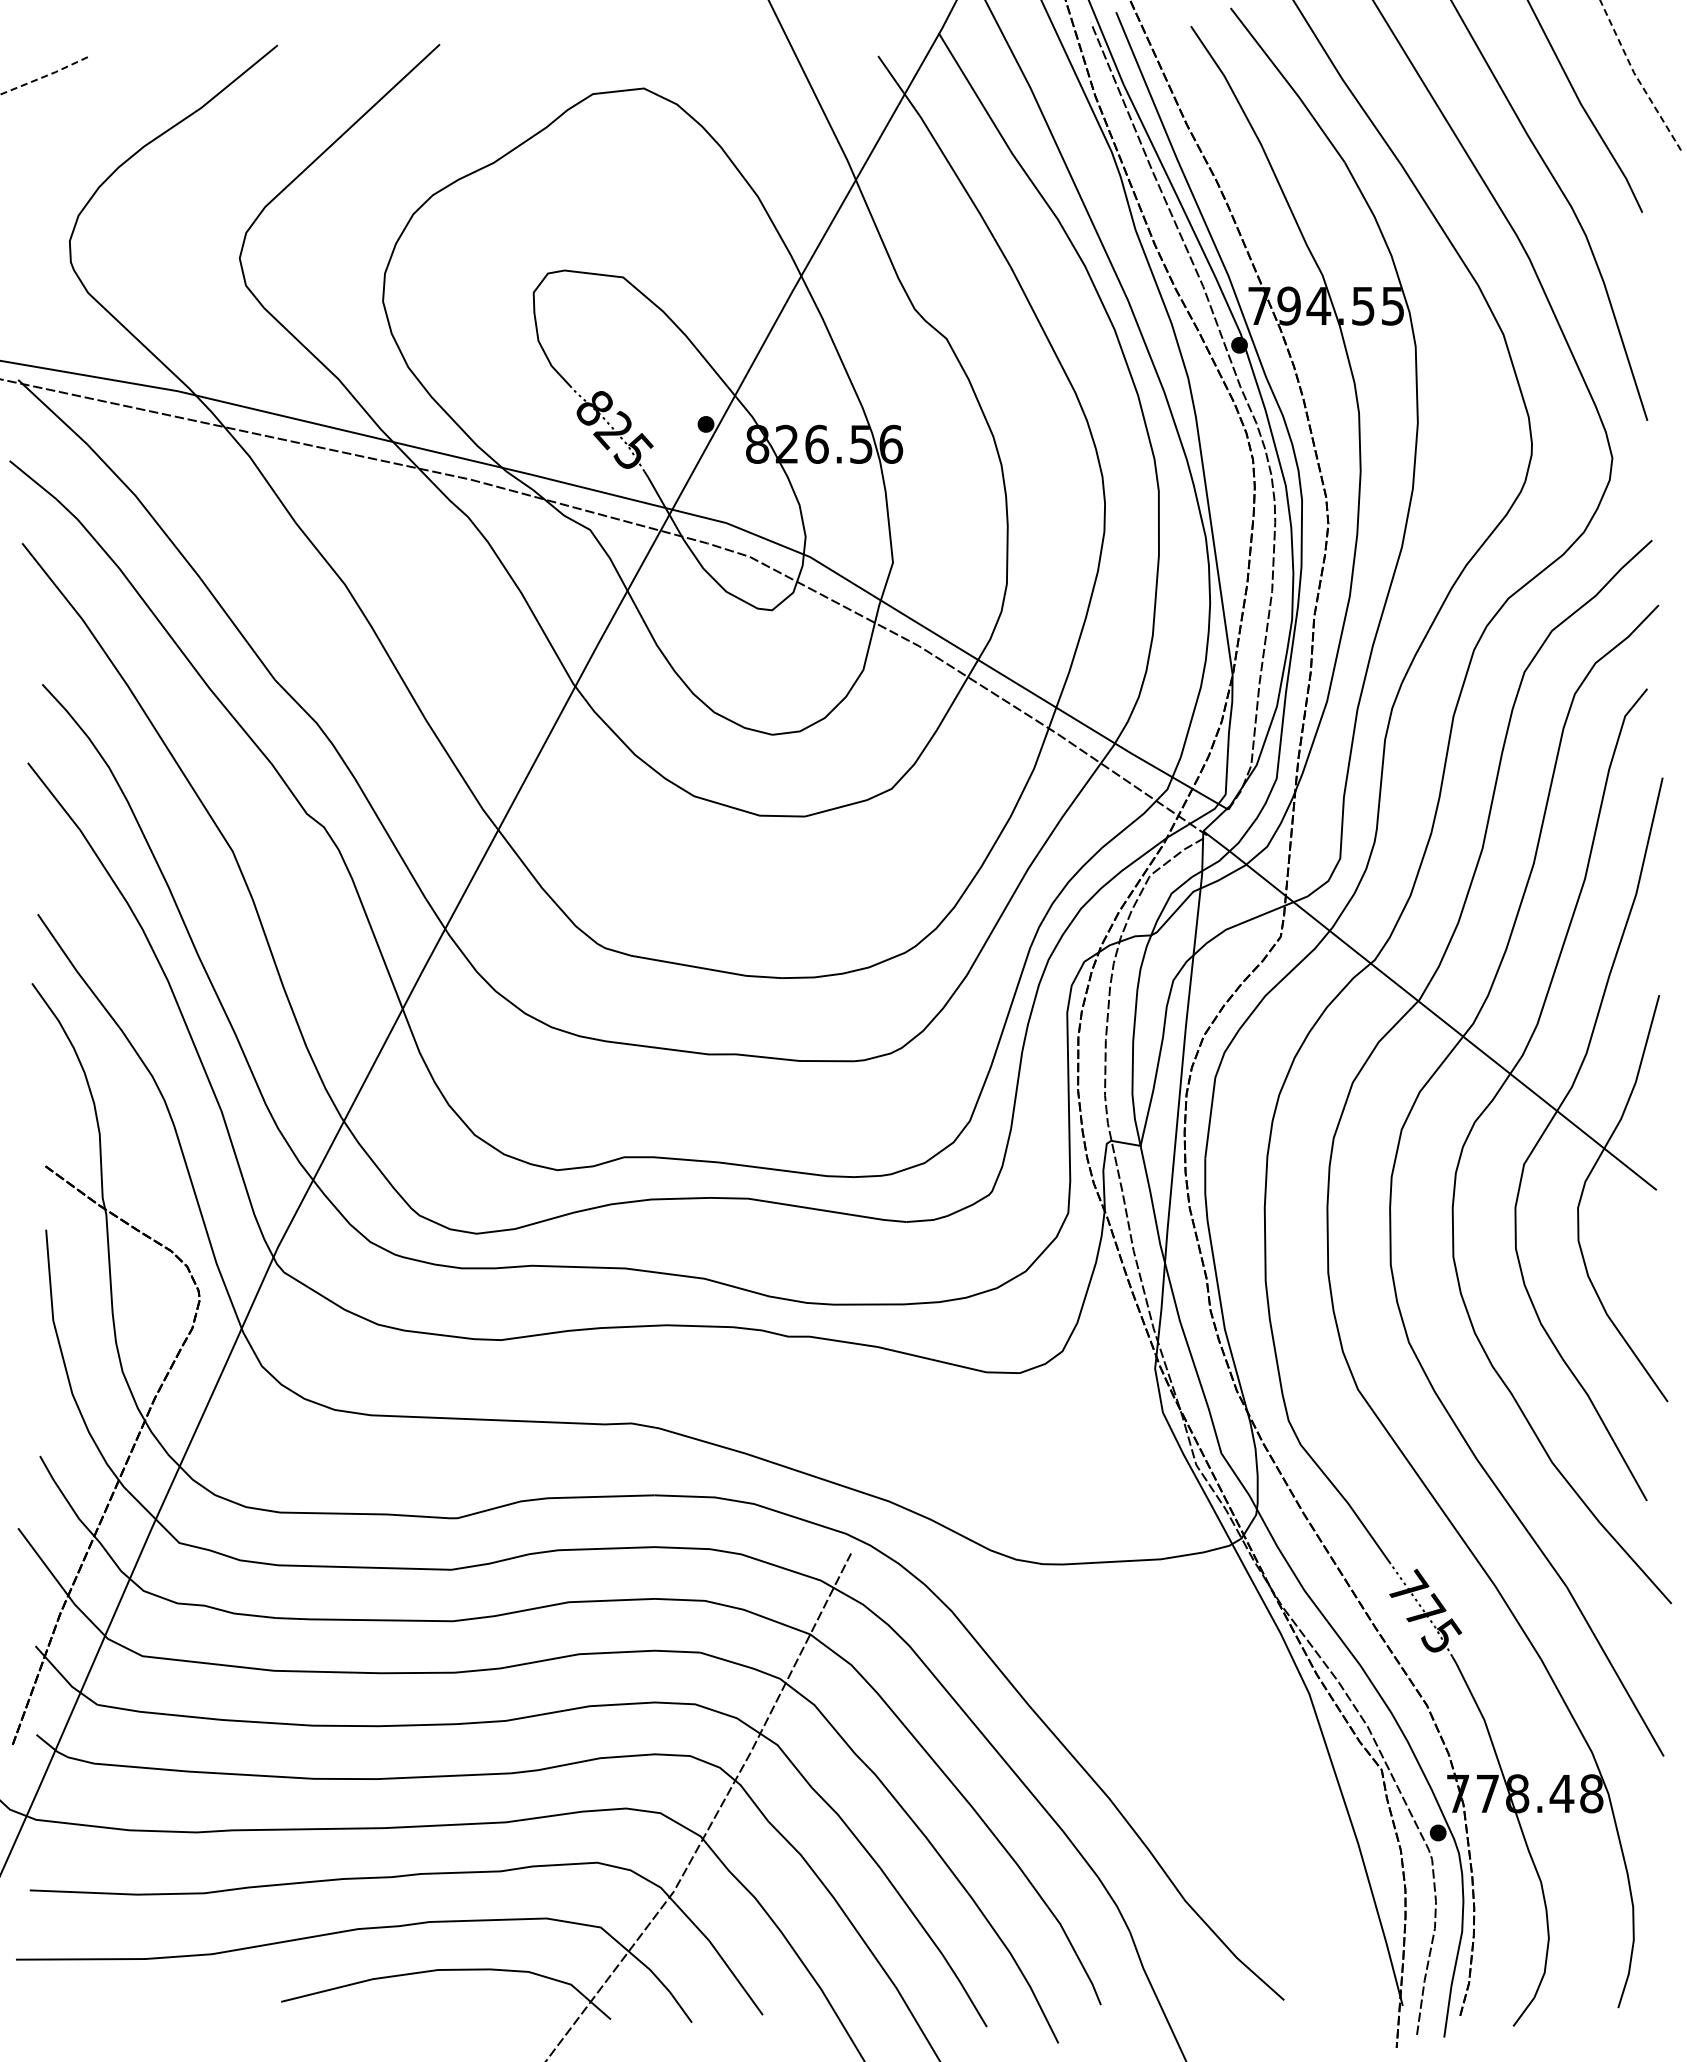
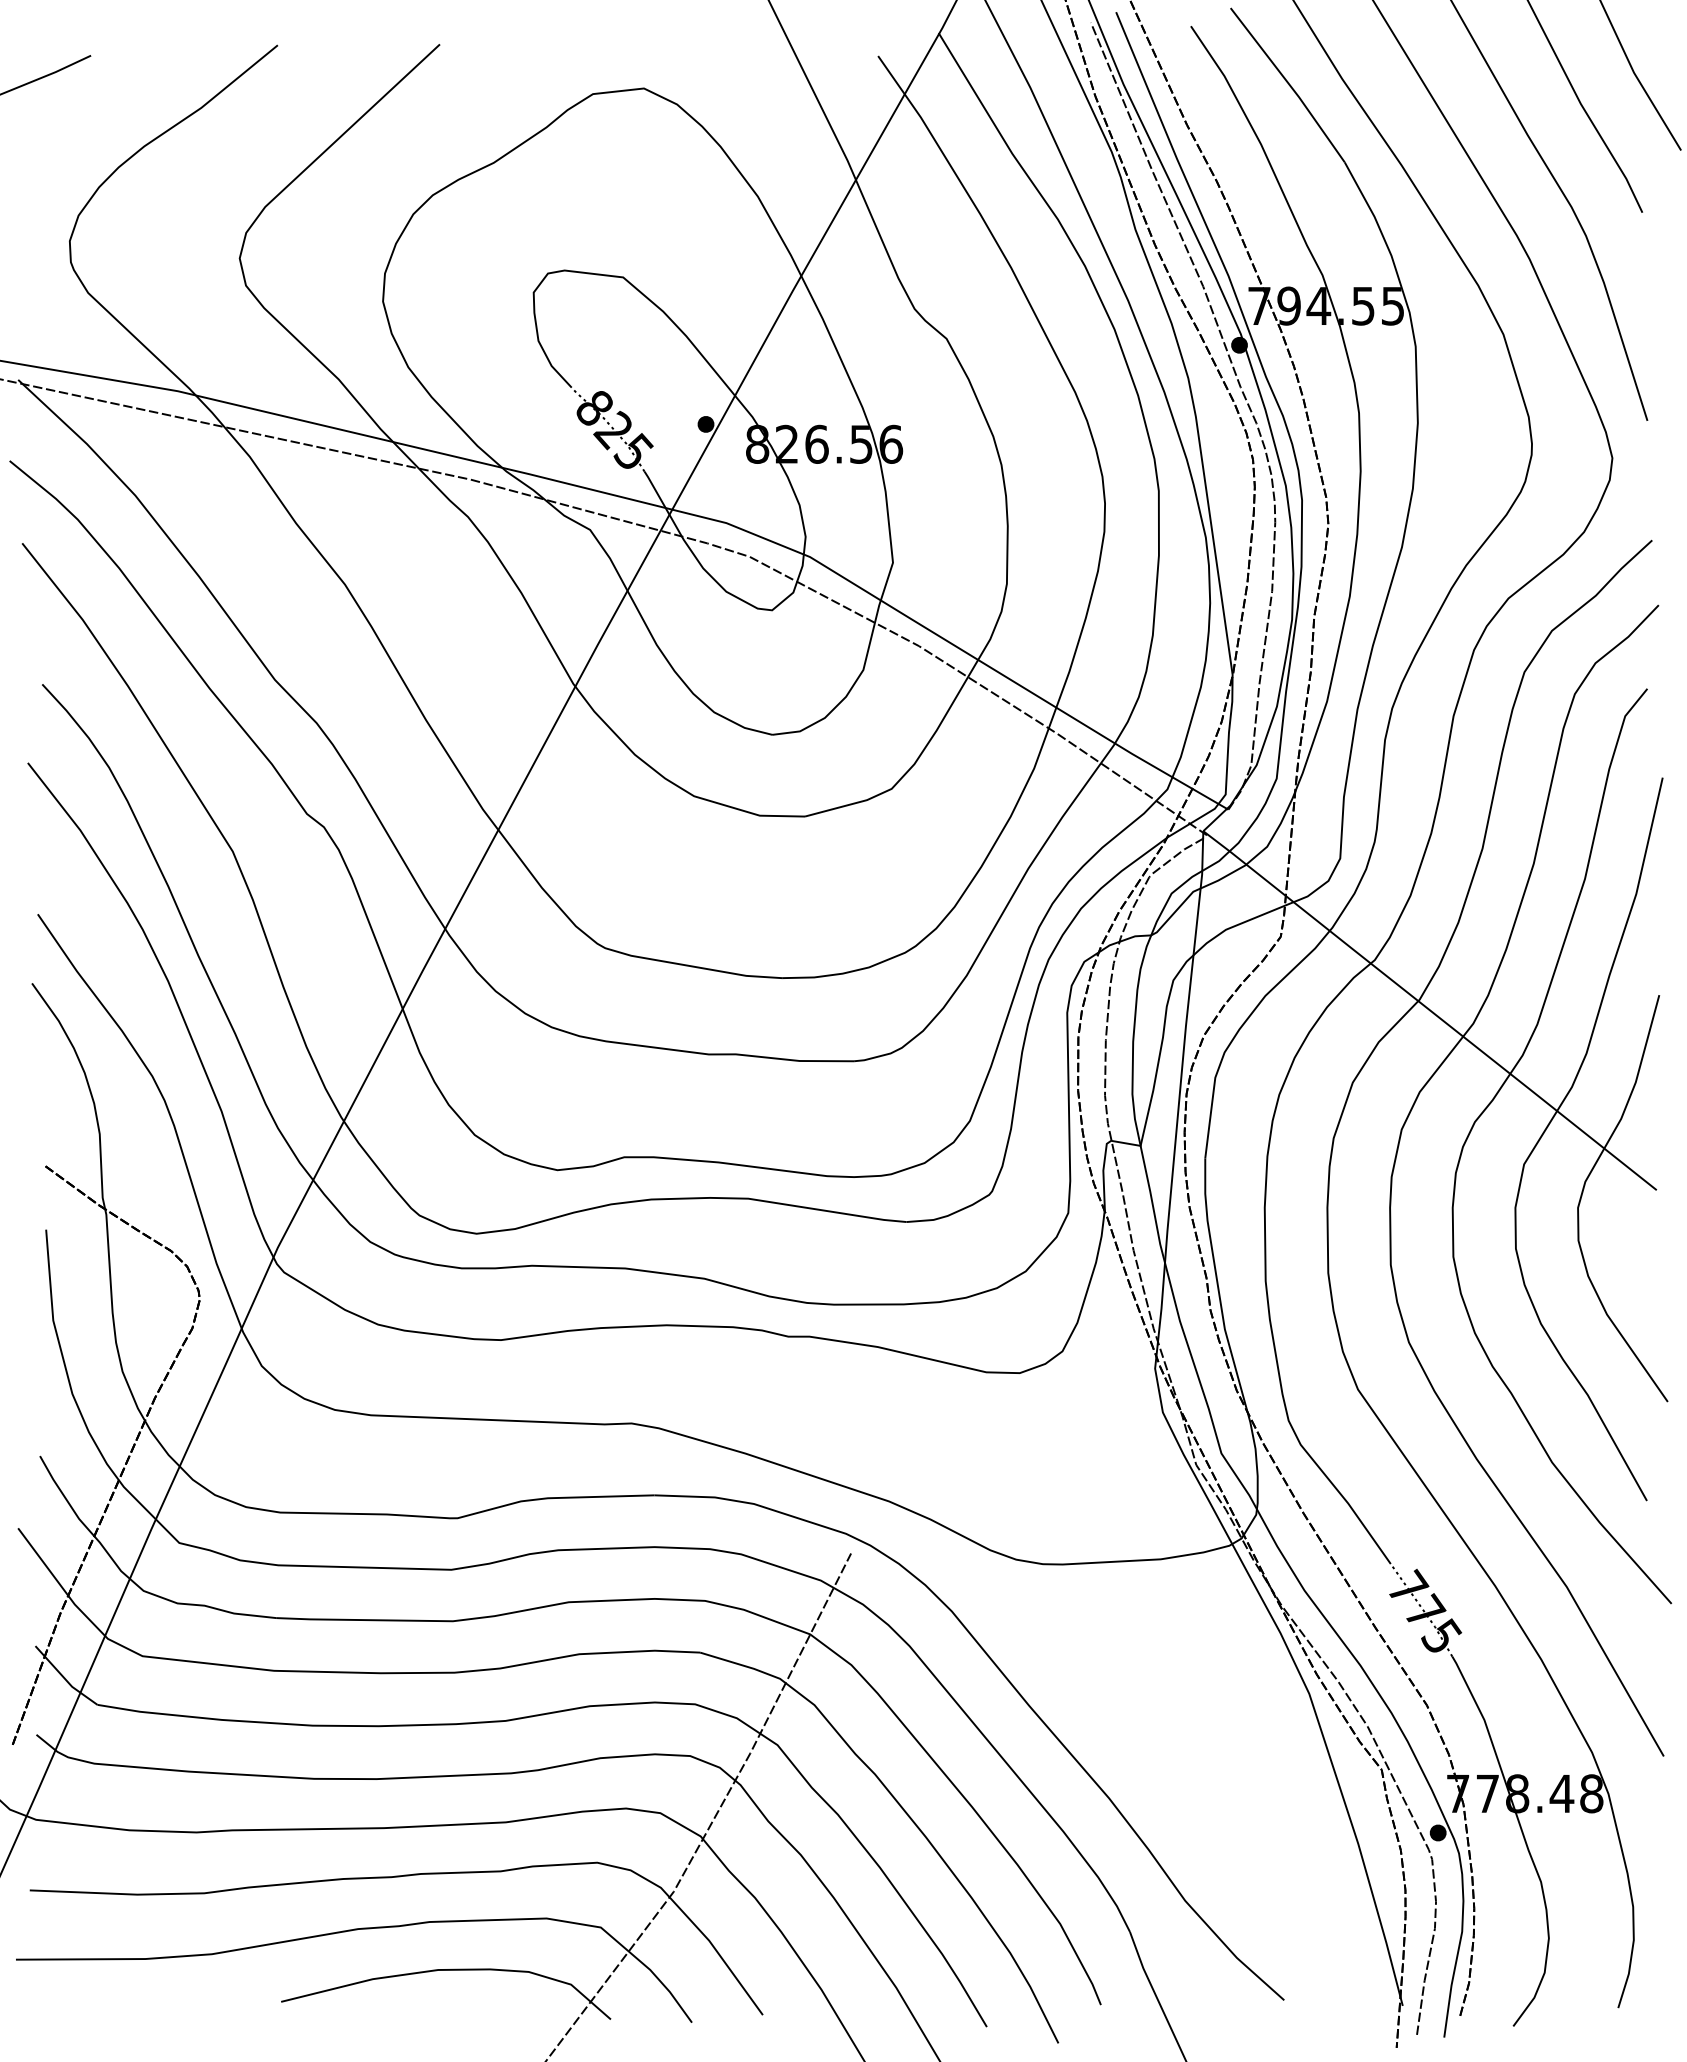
line at (46, 75): dashed -> solid
line at (1636, 77): dashed -> solid
